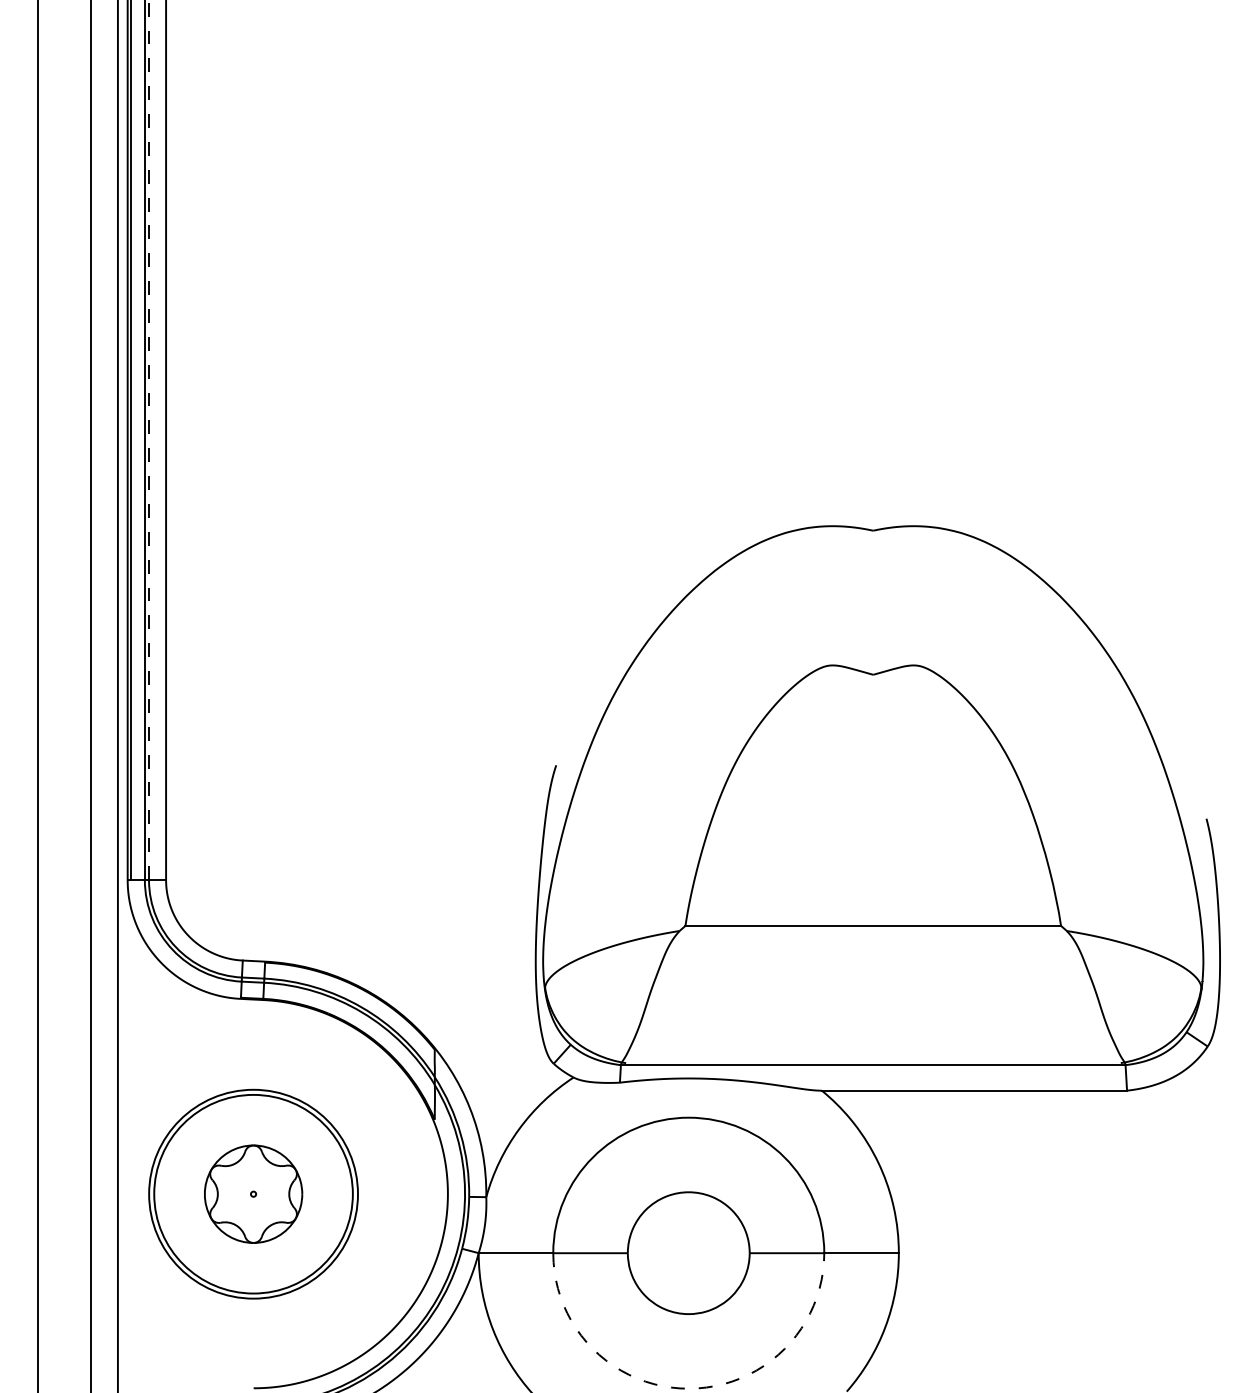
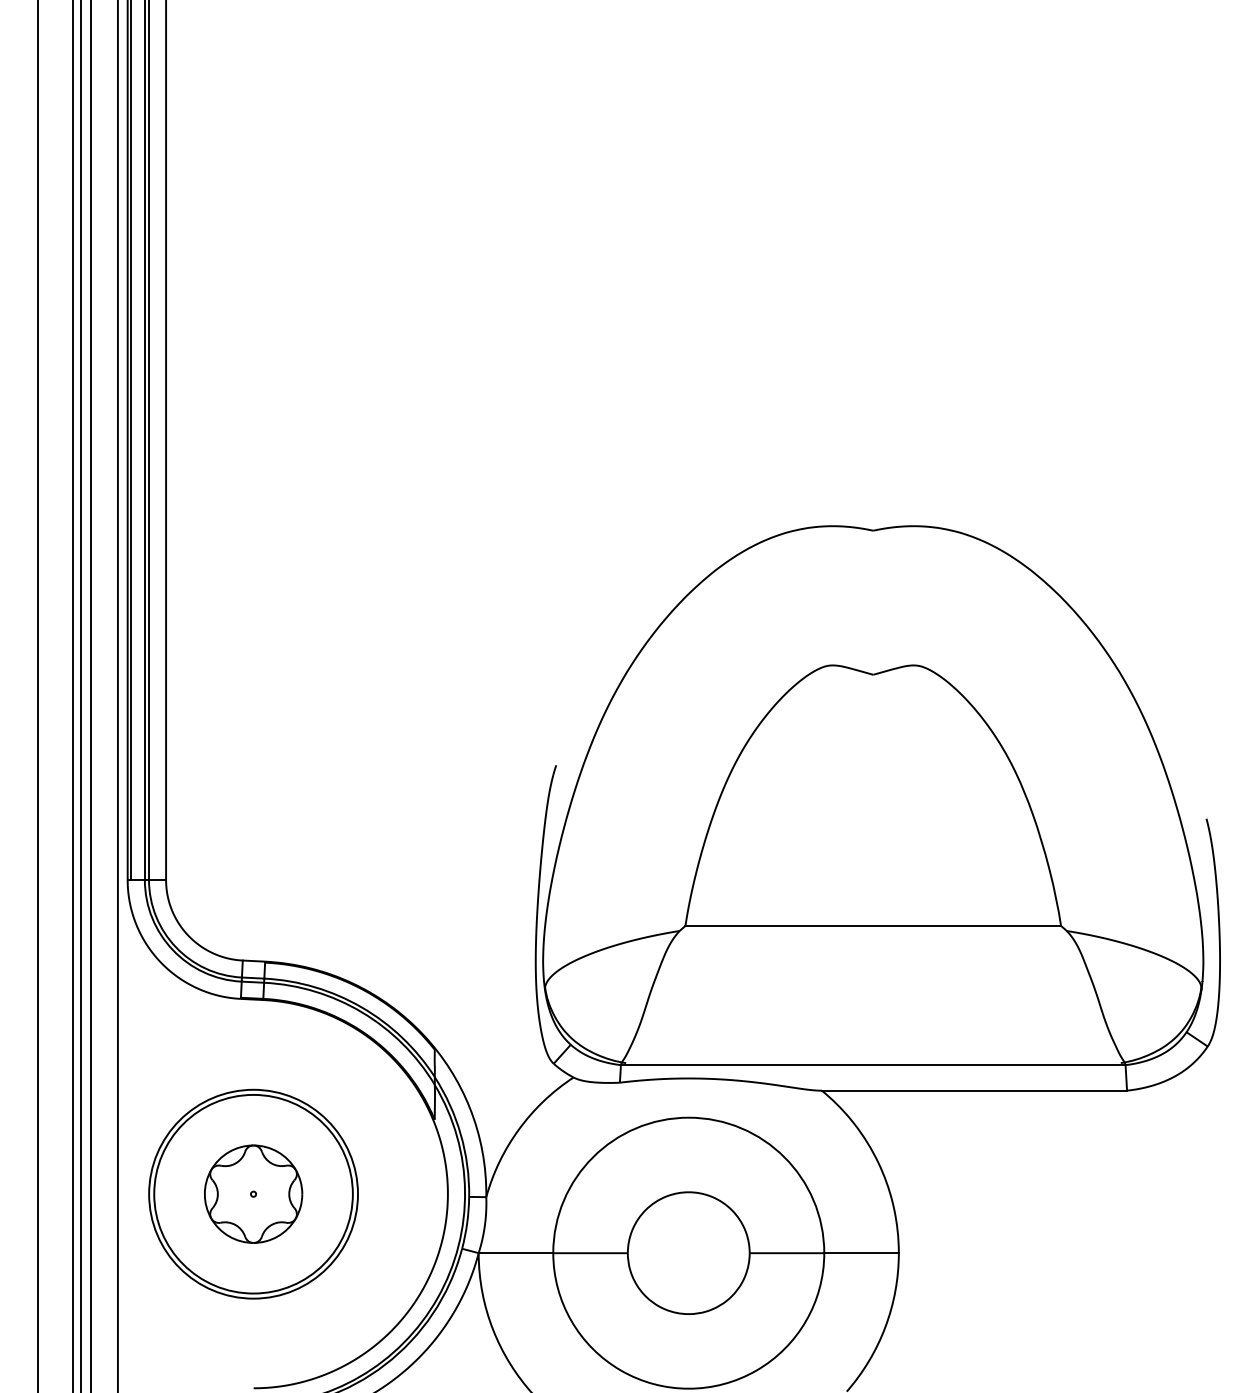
line at (149, 440): dashed -> solid
line at (72, 695): none -> present
line at (81, 695): none -> present
arc at (688, 1388): dashed -> solid
